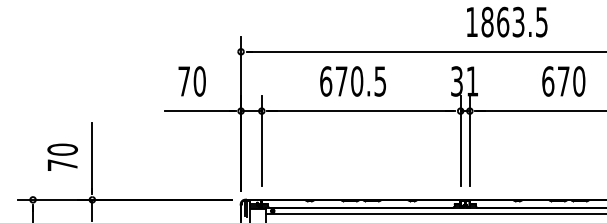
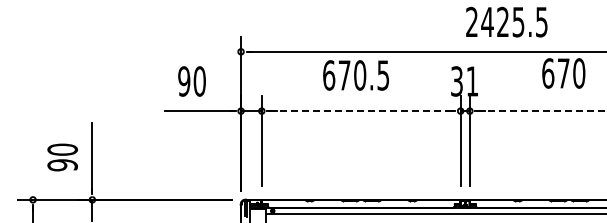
text at (495, 21): 1863.5 -> 2425.5
text at (184, 81): 70 -> 90
text at (352, 81) position: (352, 81) -> (355, 75)
text at (563, 81) position: (563, 81) -> (563, 73)
line at (361, 111): solid -> dashed
line at (542, 111): solid -> dashed
text at (62, 165): 70 -> 90
